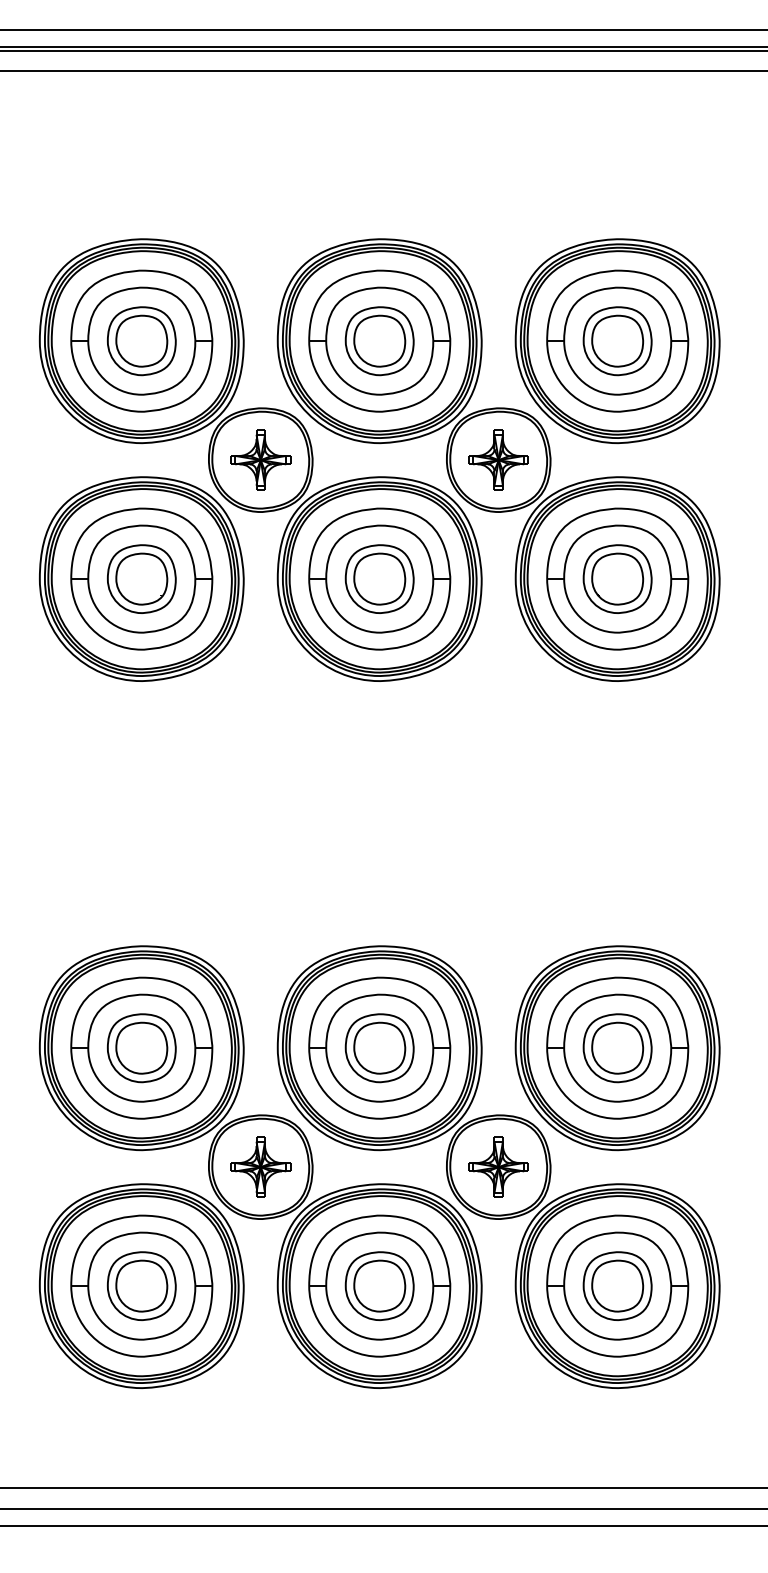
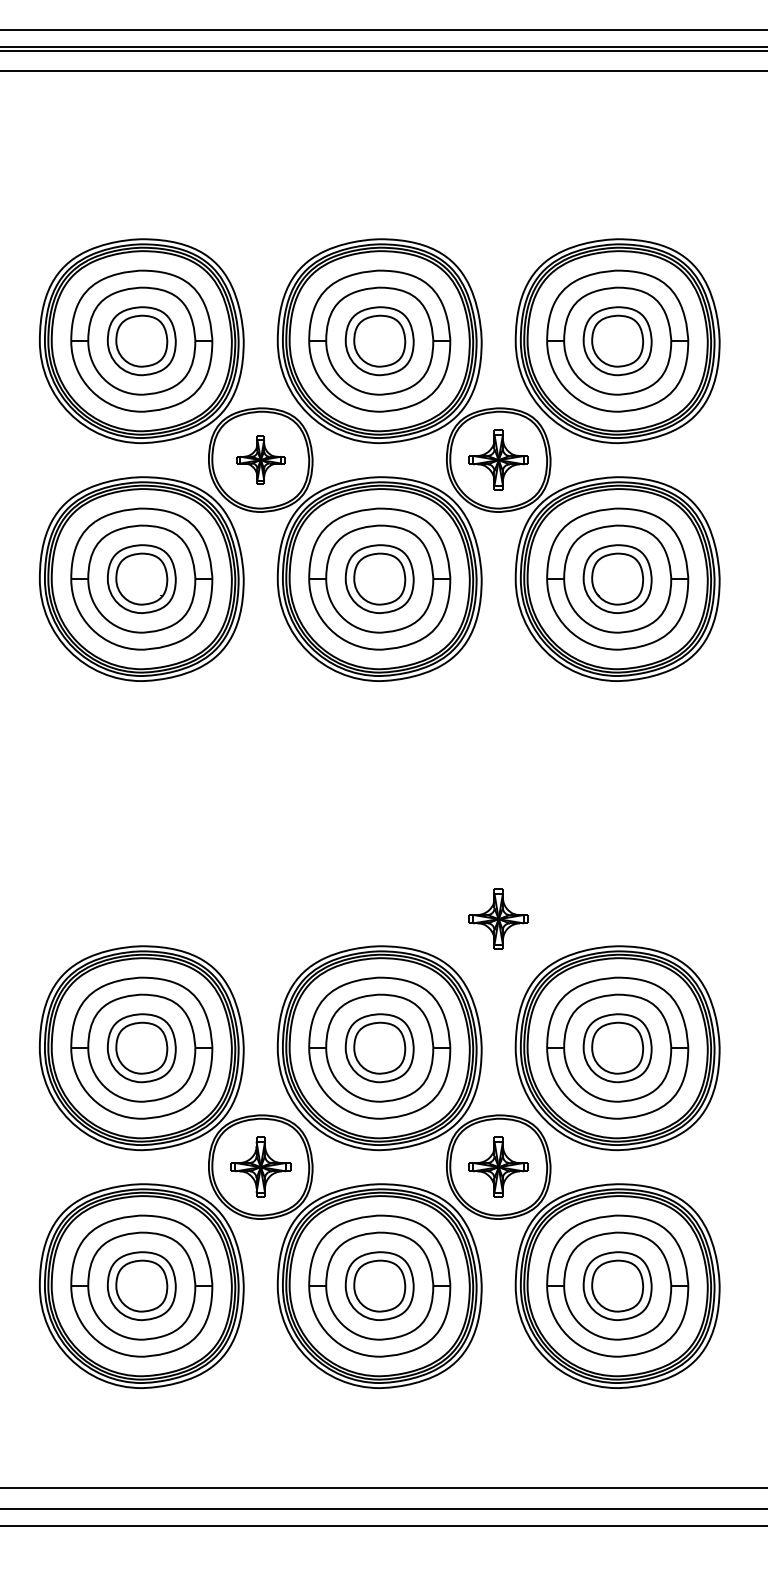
part at (260, 459) size: 62x62 px -> 50x50 px
part at (498, 918): none -> present
